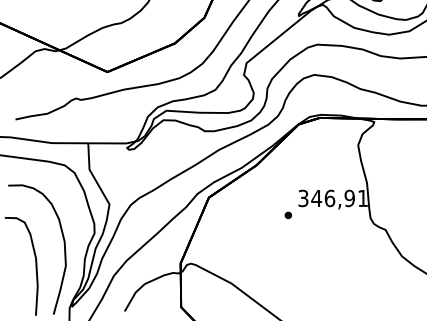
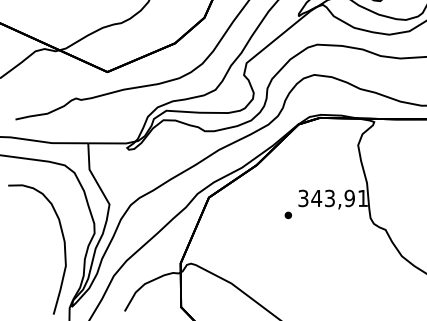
text at (329, 198): 346,91 -> 343,91
curve at (35, 266): present -> none
